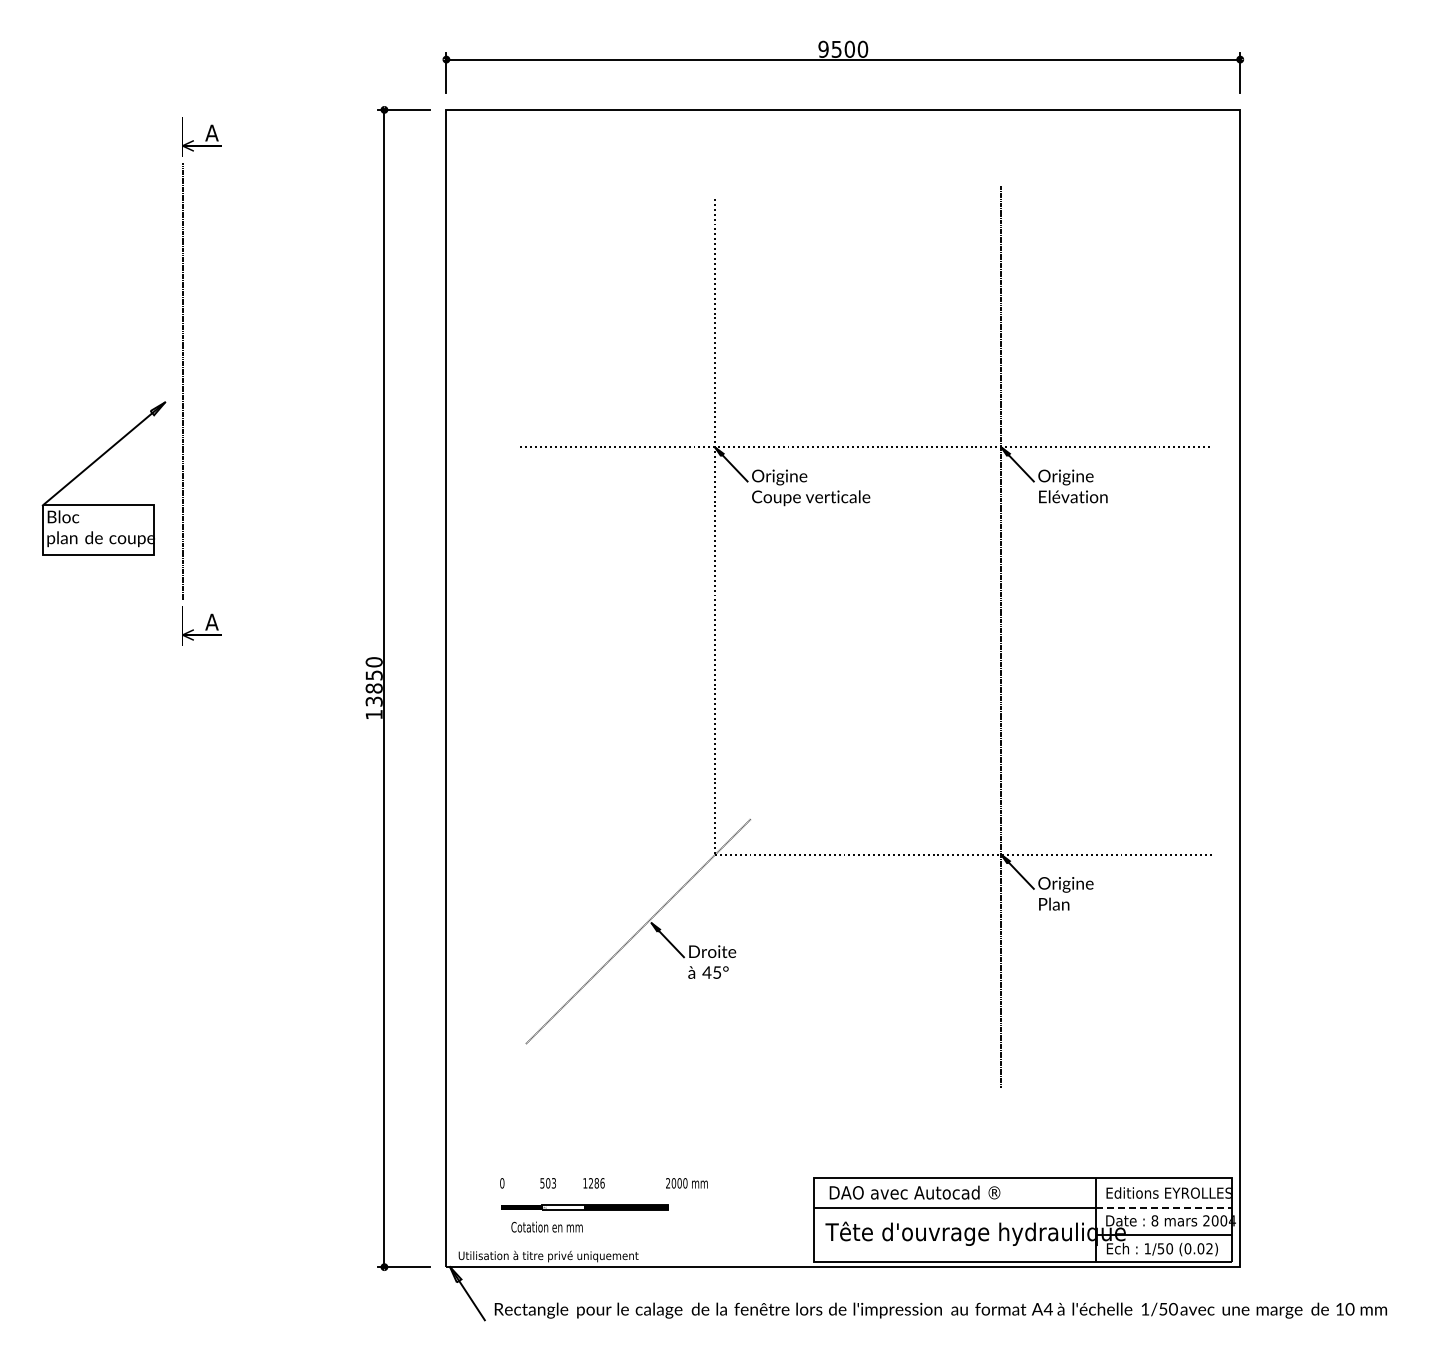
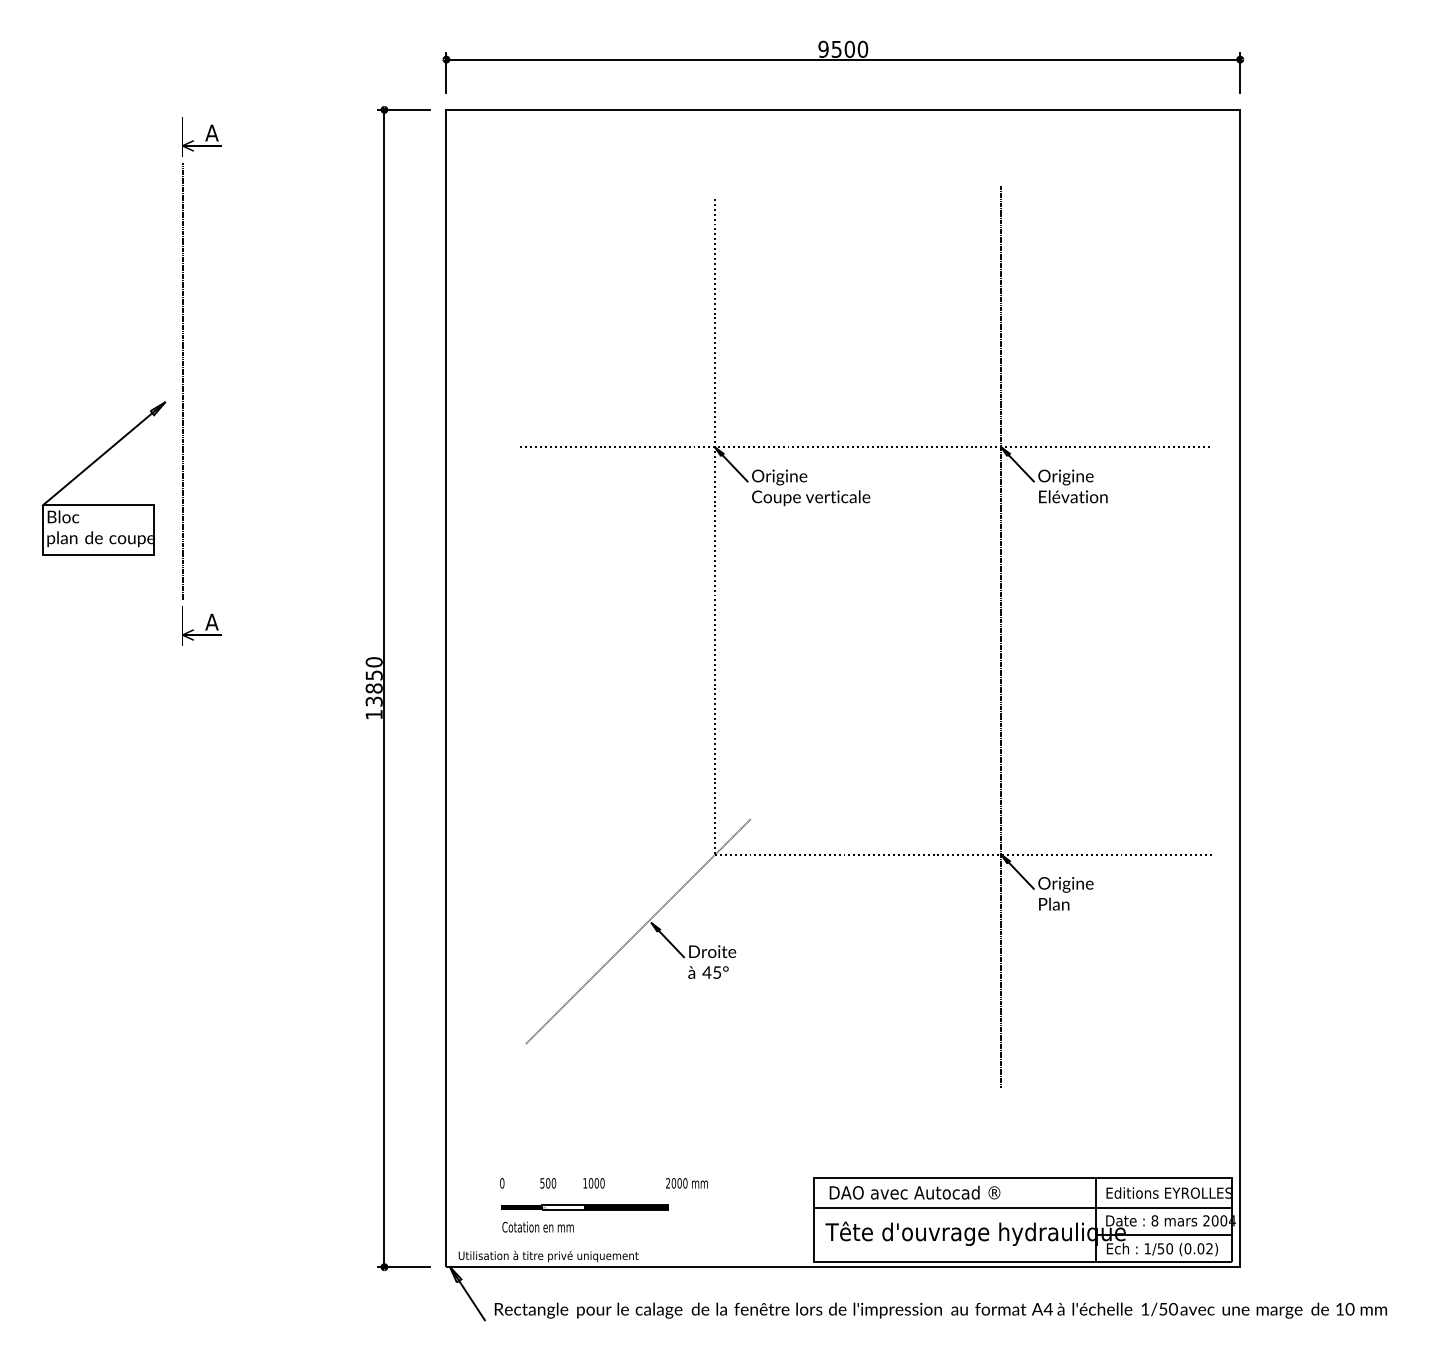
text at (553, 1183): 503 -> 500
text at (596, 1183): 1286 -> 1000
line at (1164, 1207): dashed -> solid
text at (546, 1226) position: (546, 1226) -> (537, 1226)
